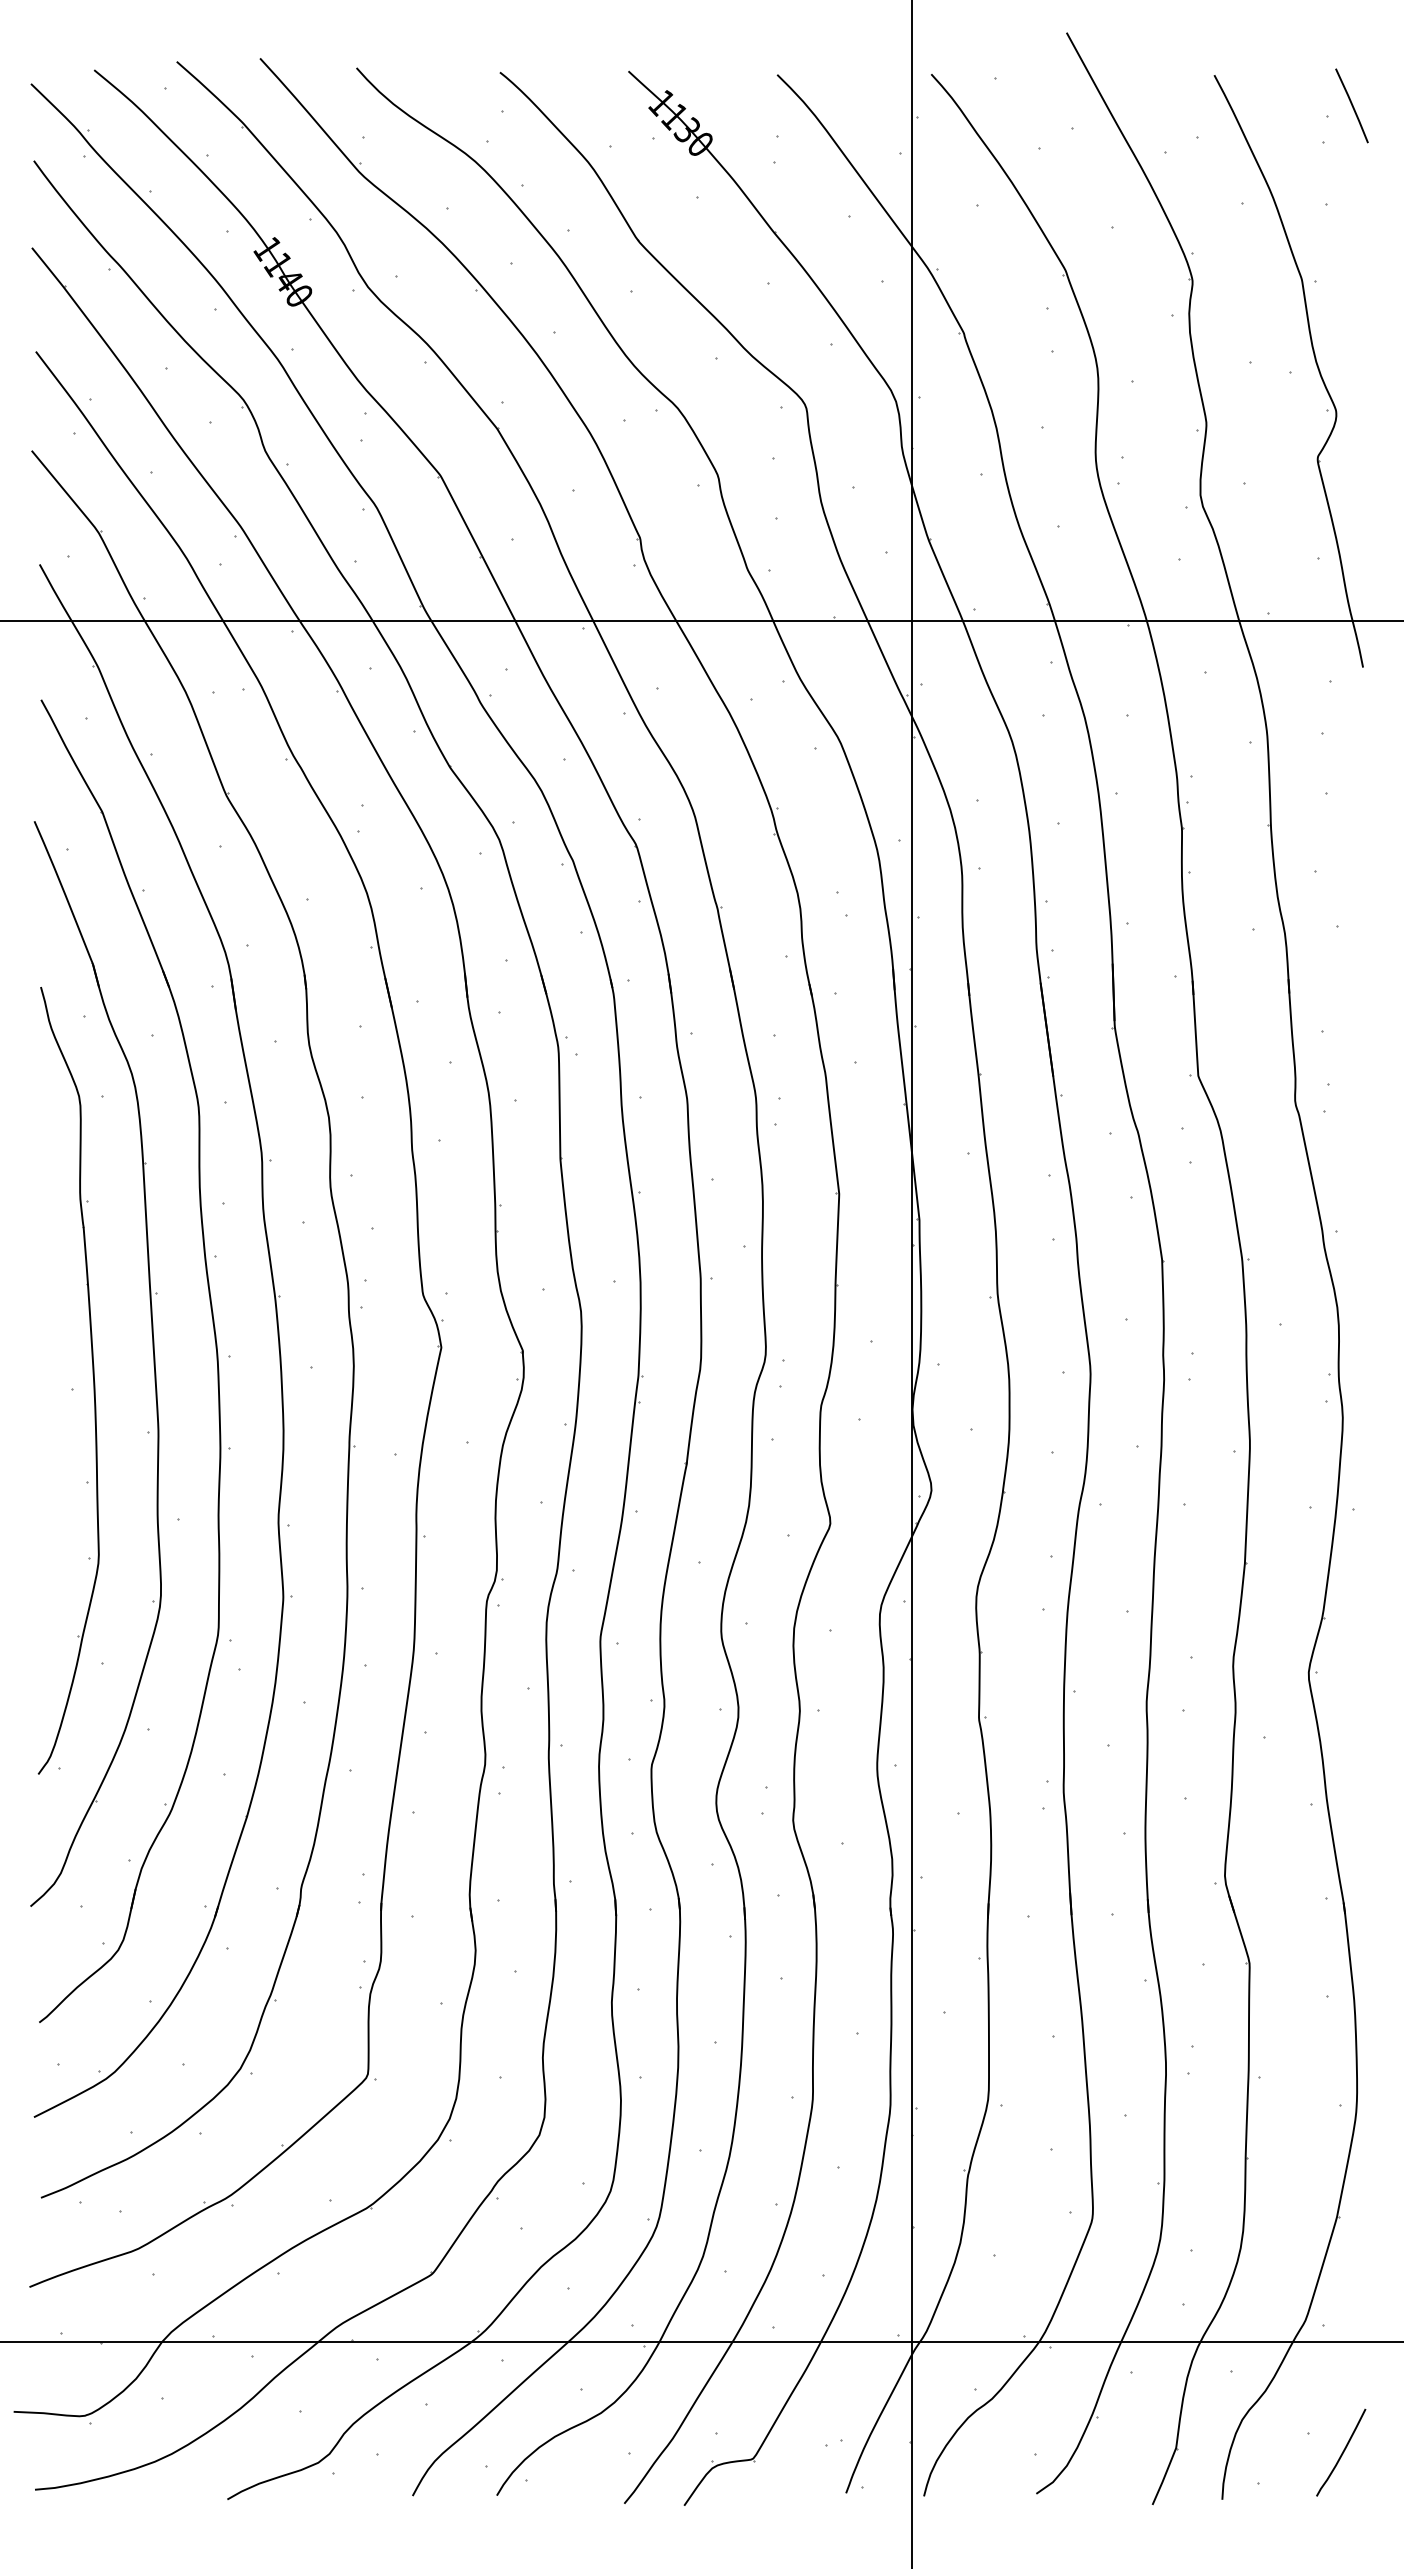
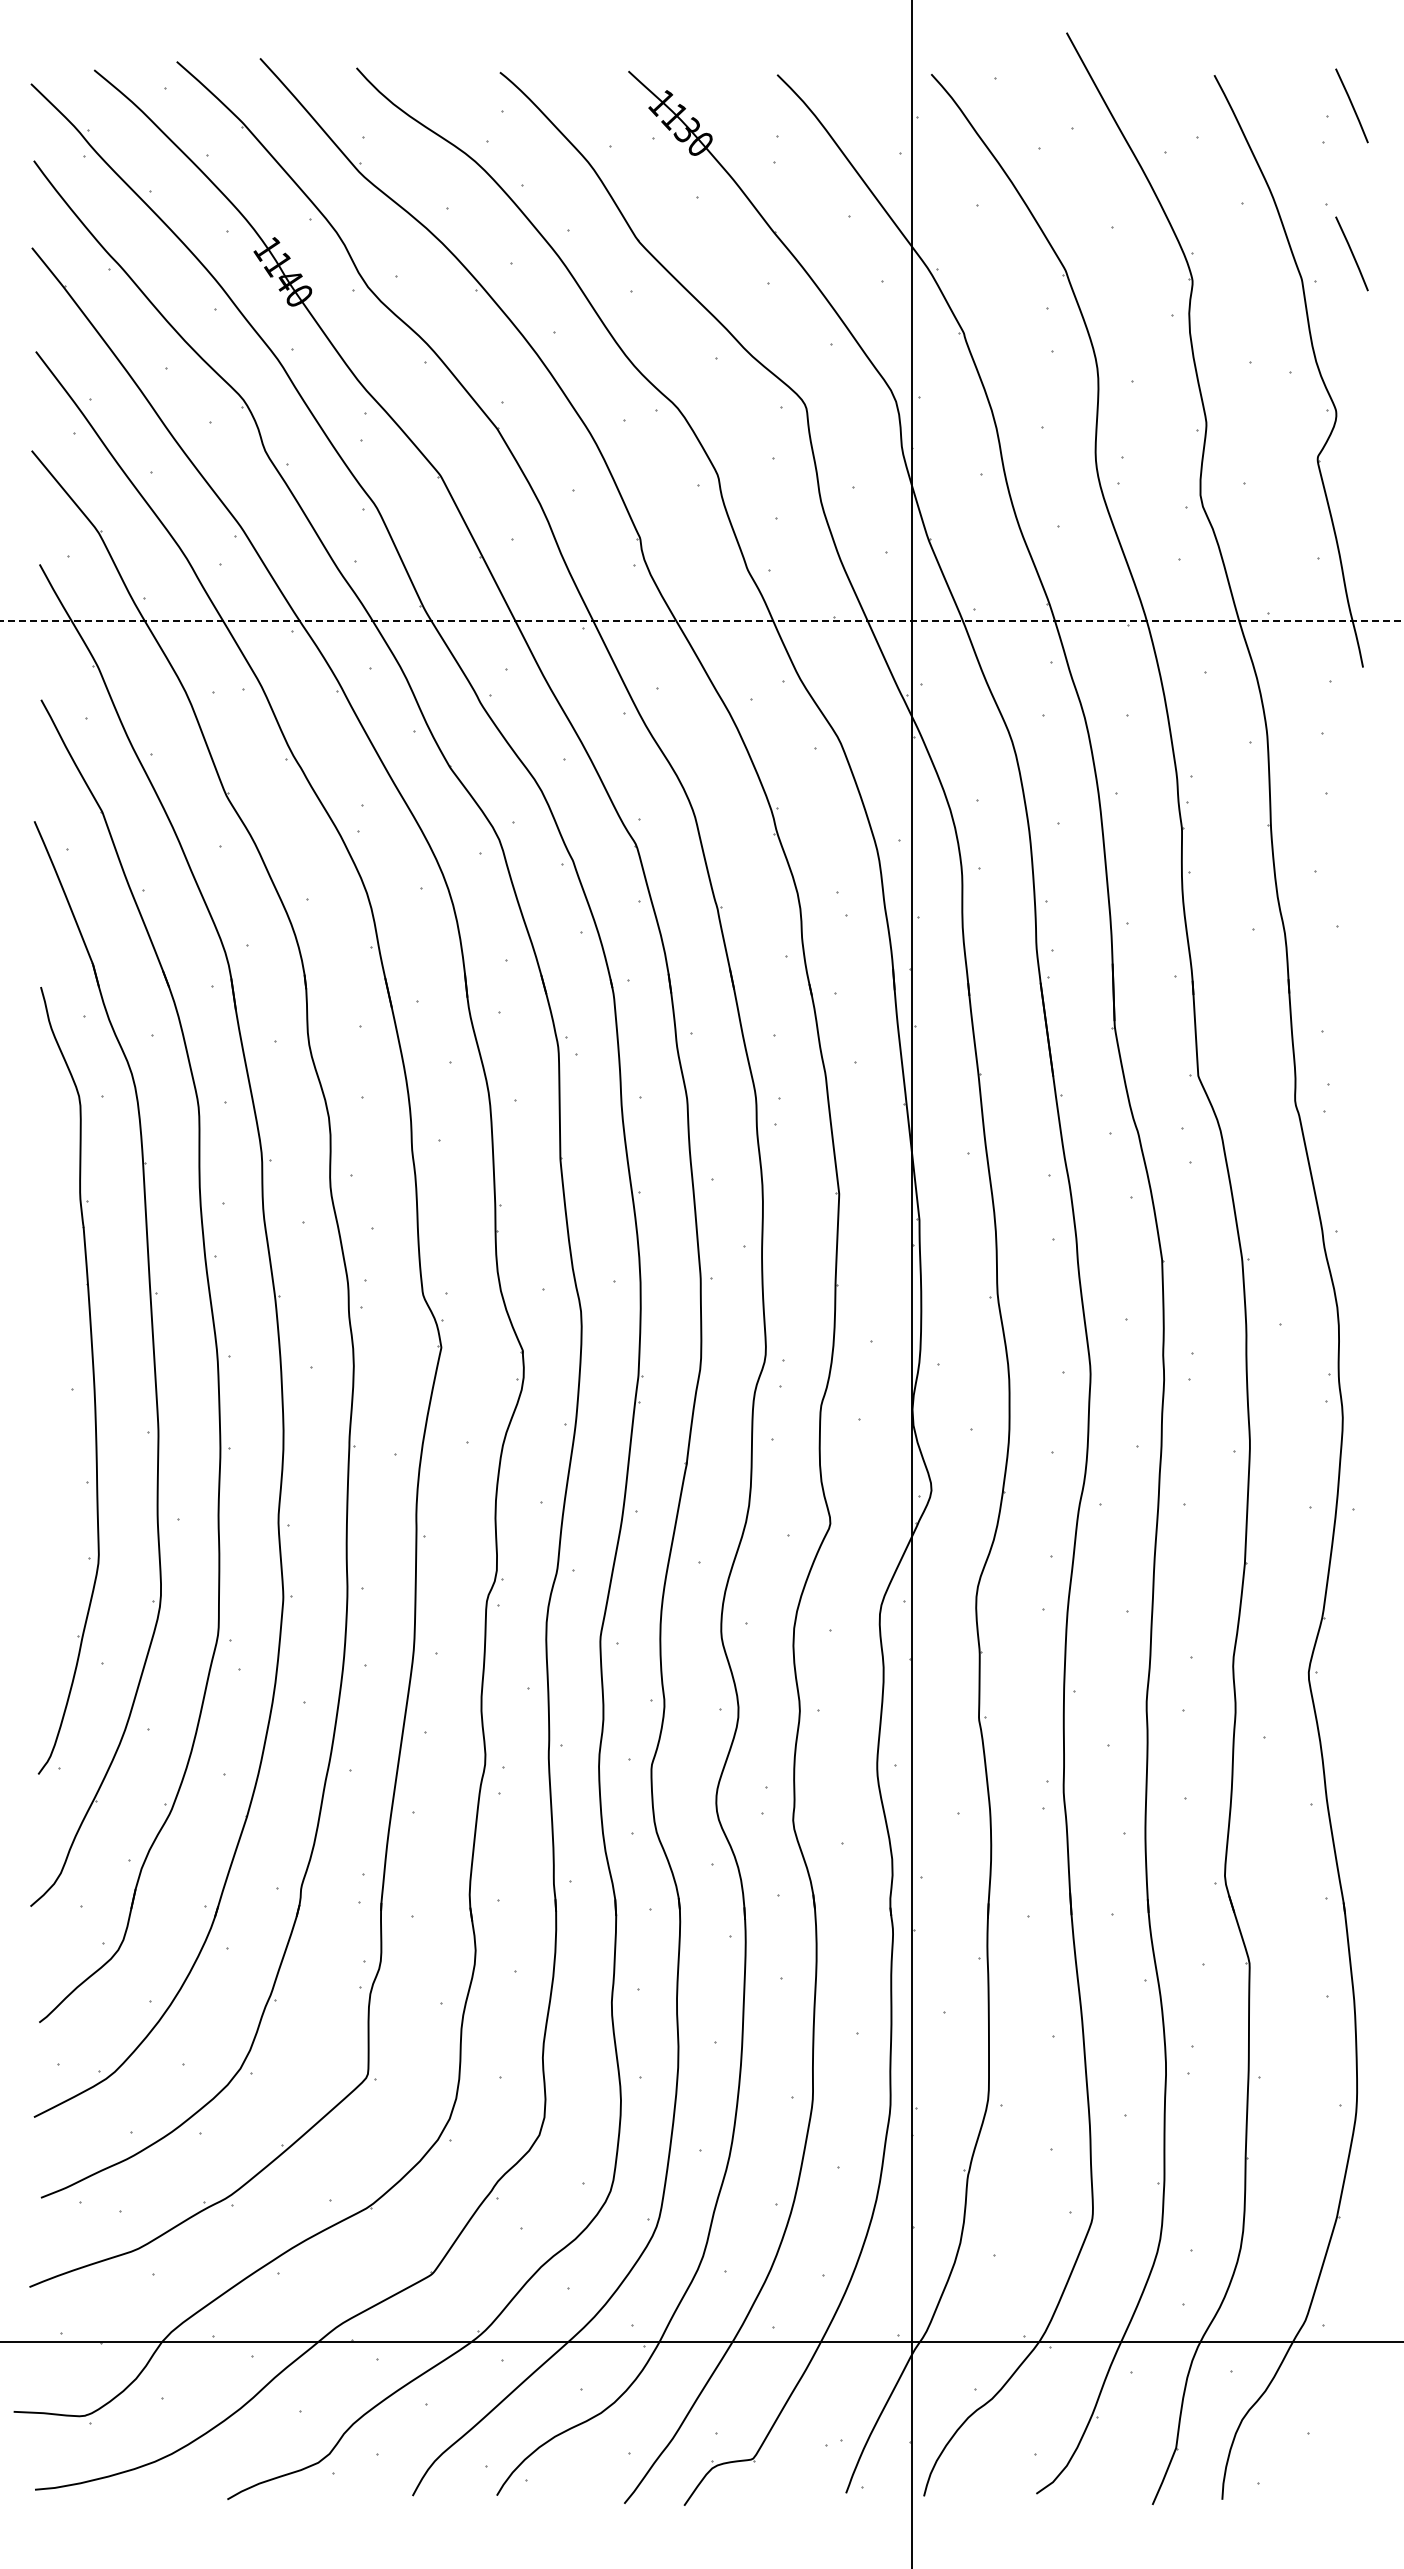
line at (1351, 253): none -> present
line at (701, 621): solid -> dashed
curve at (1342, 2452): present -> none
